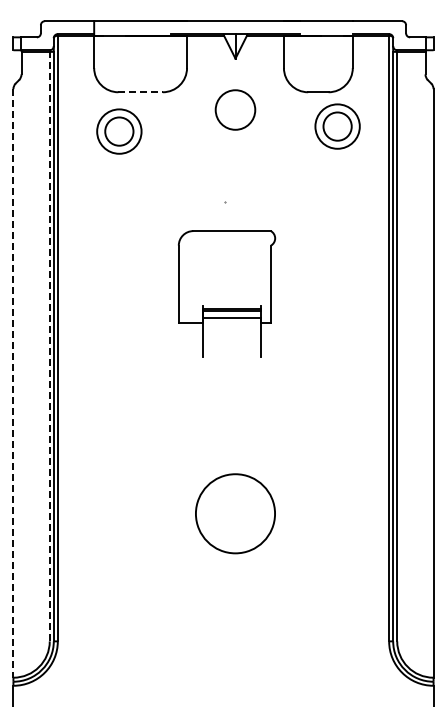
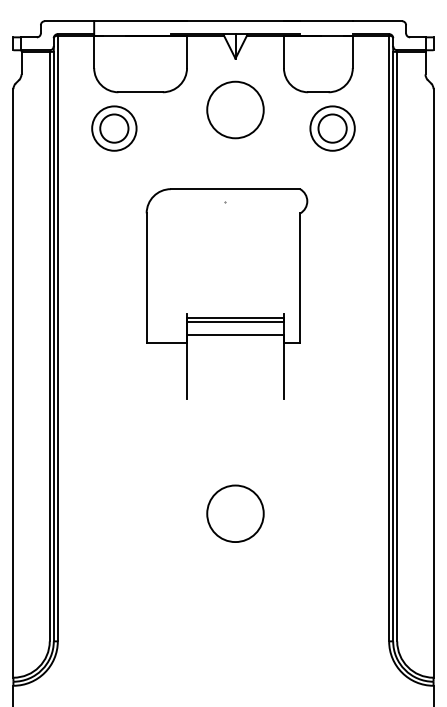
line at (141, 92): dashed -> solid
circle at (235, 109) diameter: 40 px -> 57 px
part at (337, 126) position: (337, 126) -> (332, 128)
part at (119, 131) position: (119, 131) -> (114, 128)
part at (227, 293) size: 99x128 px -> 164x212 px
line at (49, 346): dashed -> solid
line at (13, 383): dashed -> solid
circle at (235, 513) diameter: 79 px -> 57 px
